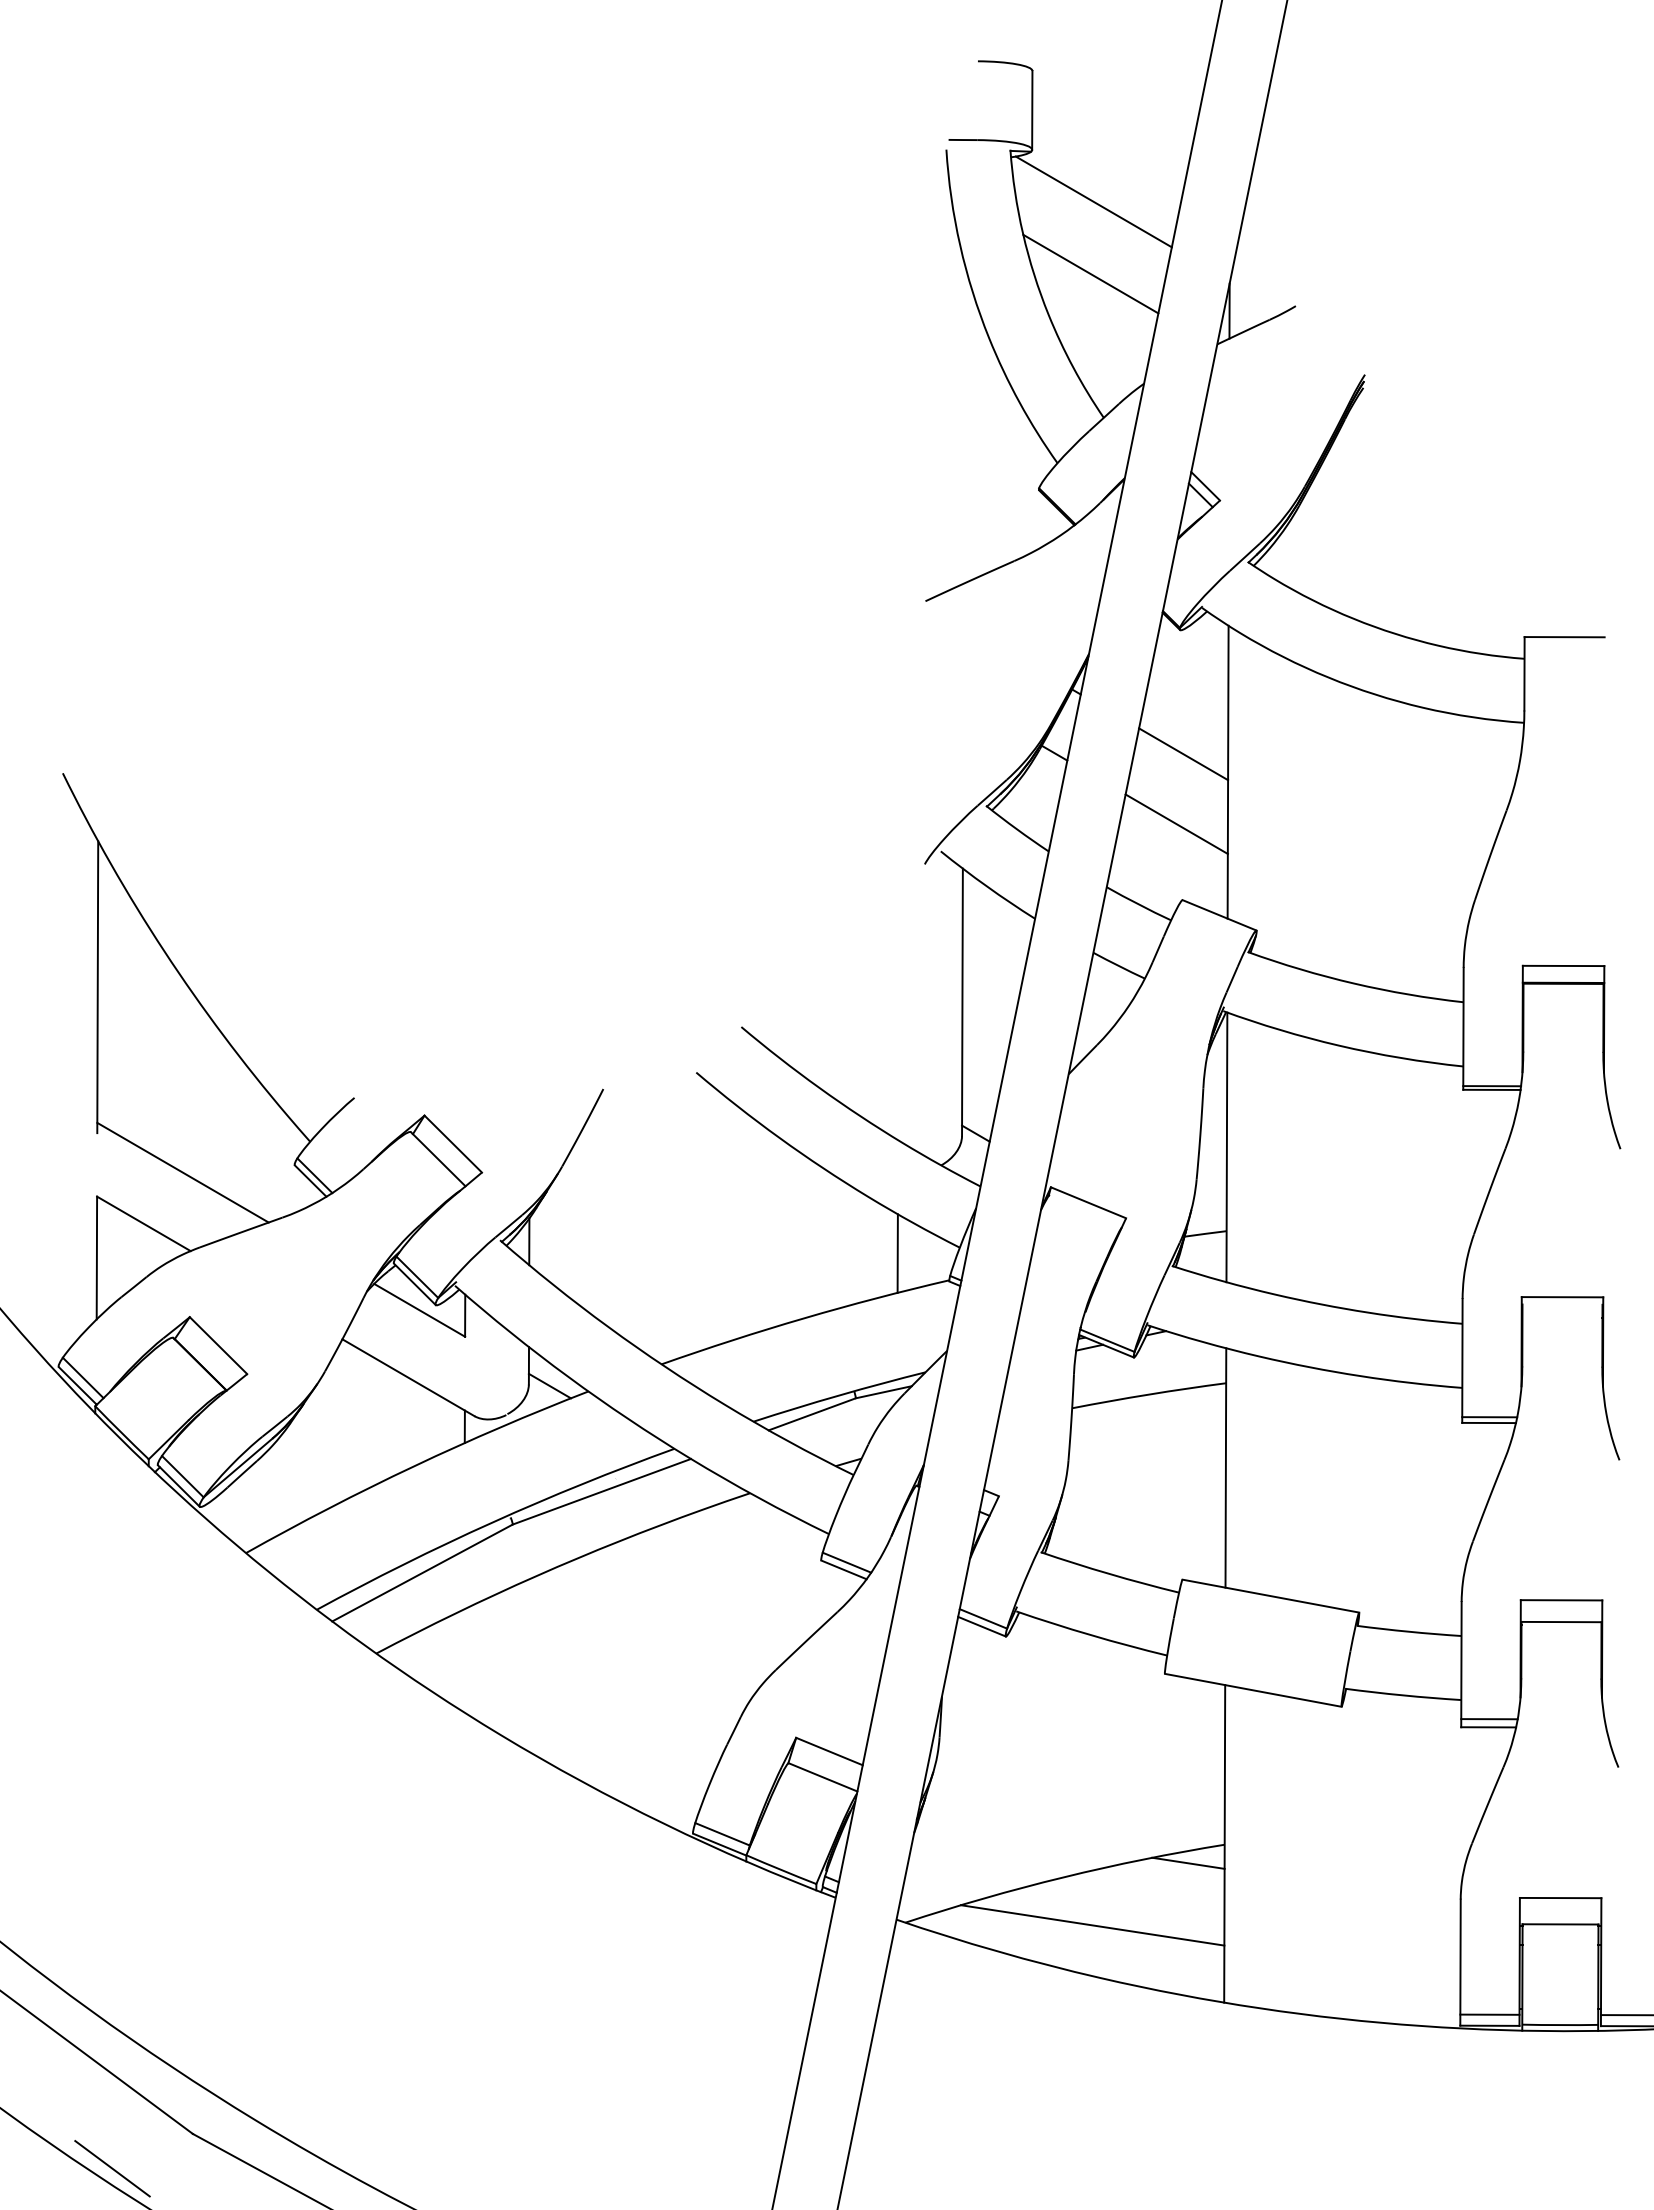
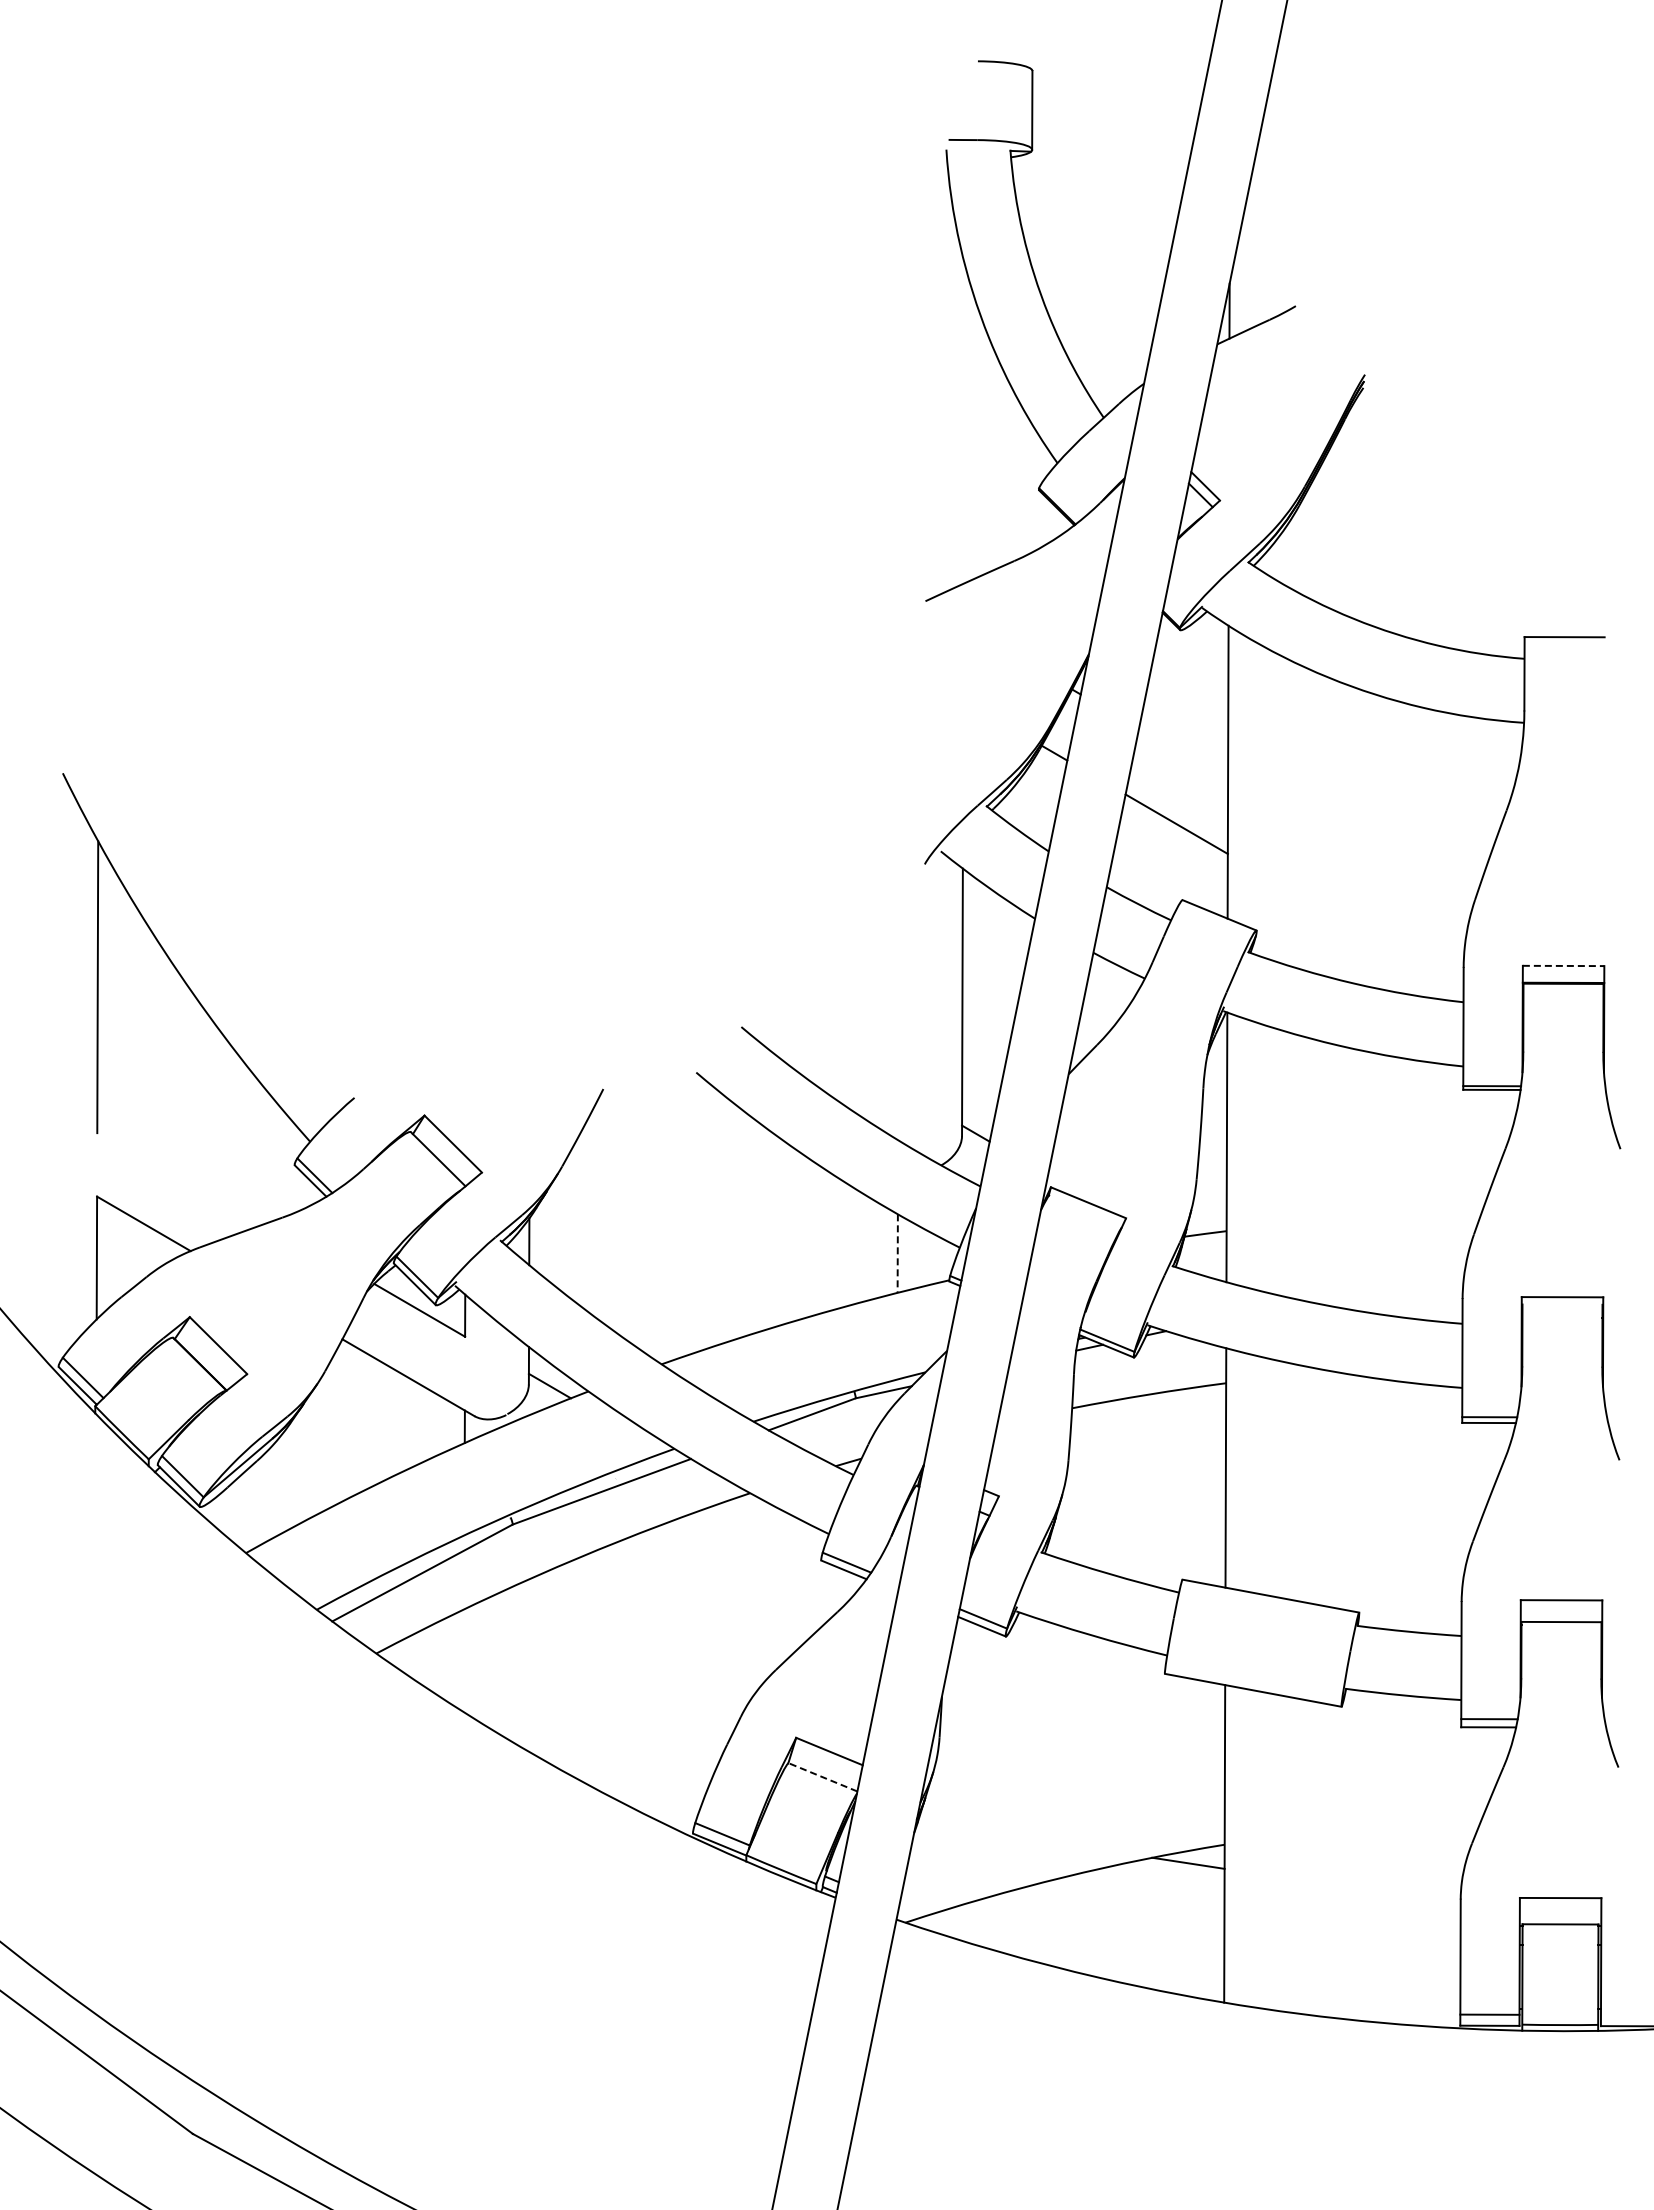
line at (1093, 201): present -> none
line at (1090, 273): present -> none
line at (1183, 754): present -> none
line at (1563, 965): solid -> dashed
line at (182, 1172): present -> none
line at (897, 1254): solid -> dashed
line at (822, 1777): solid -> dashed
line at (1092, 1925): present -> none
line at (1625, 2015): present -> none
line at (112, 2168): present -> none
